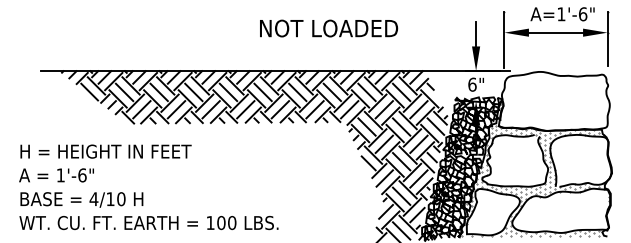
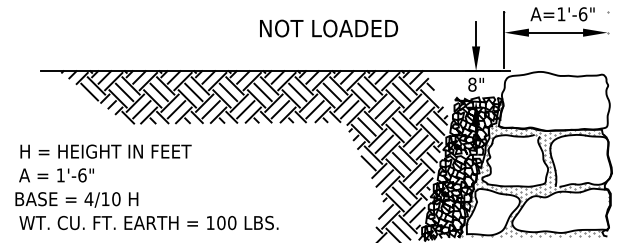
line at (607, 38): present -> none
text at (472, 84): 6" -> 8"
text at (81, 199) position: (81, 199) -> (76, 199)
